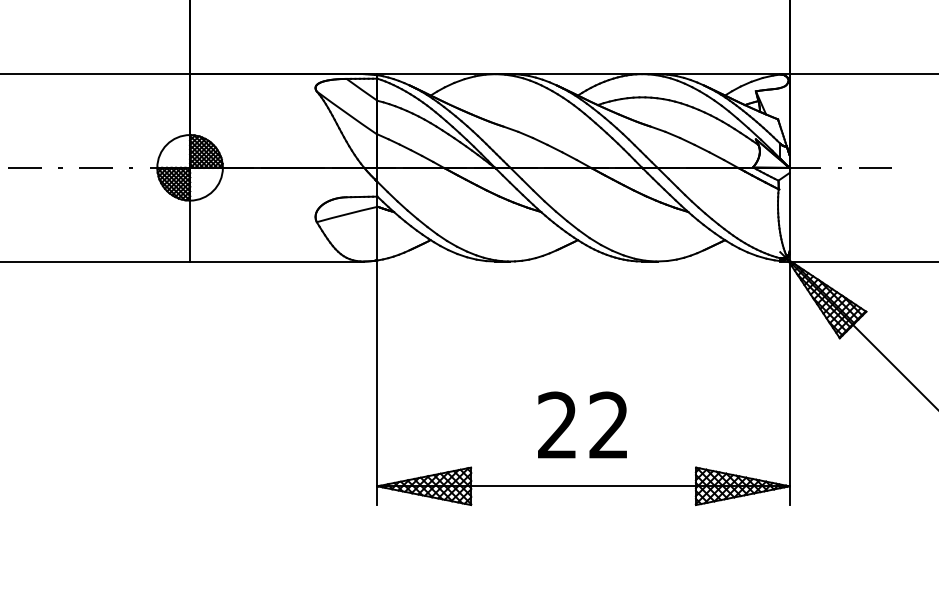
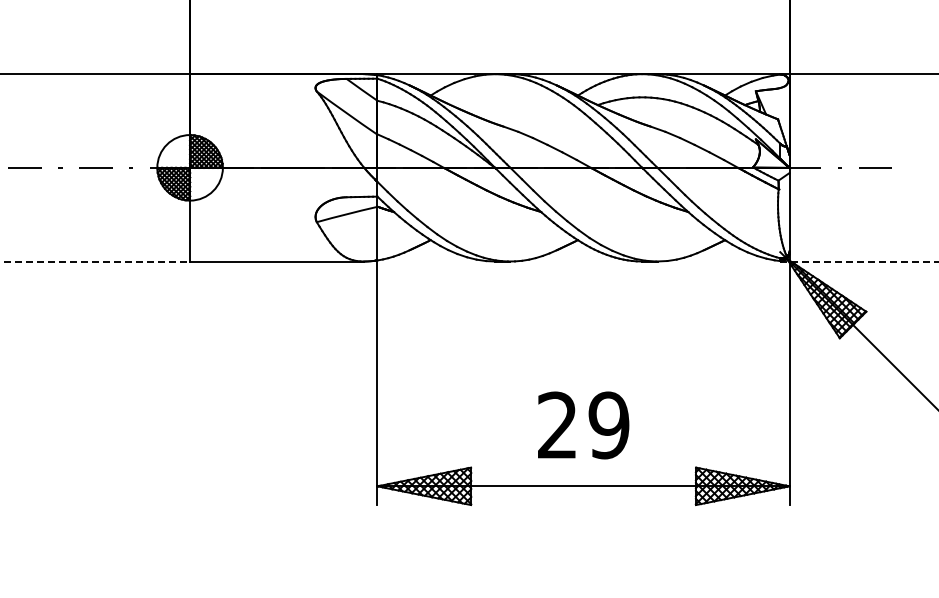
line at (95, 261): solid -> dashed
line at (859, 261): solid -> dashed
text at (608, 425): 22 -> 29
